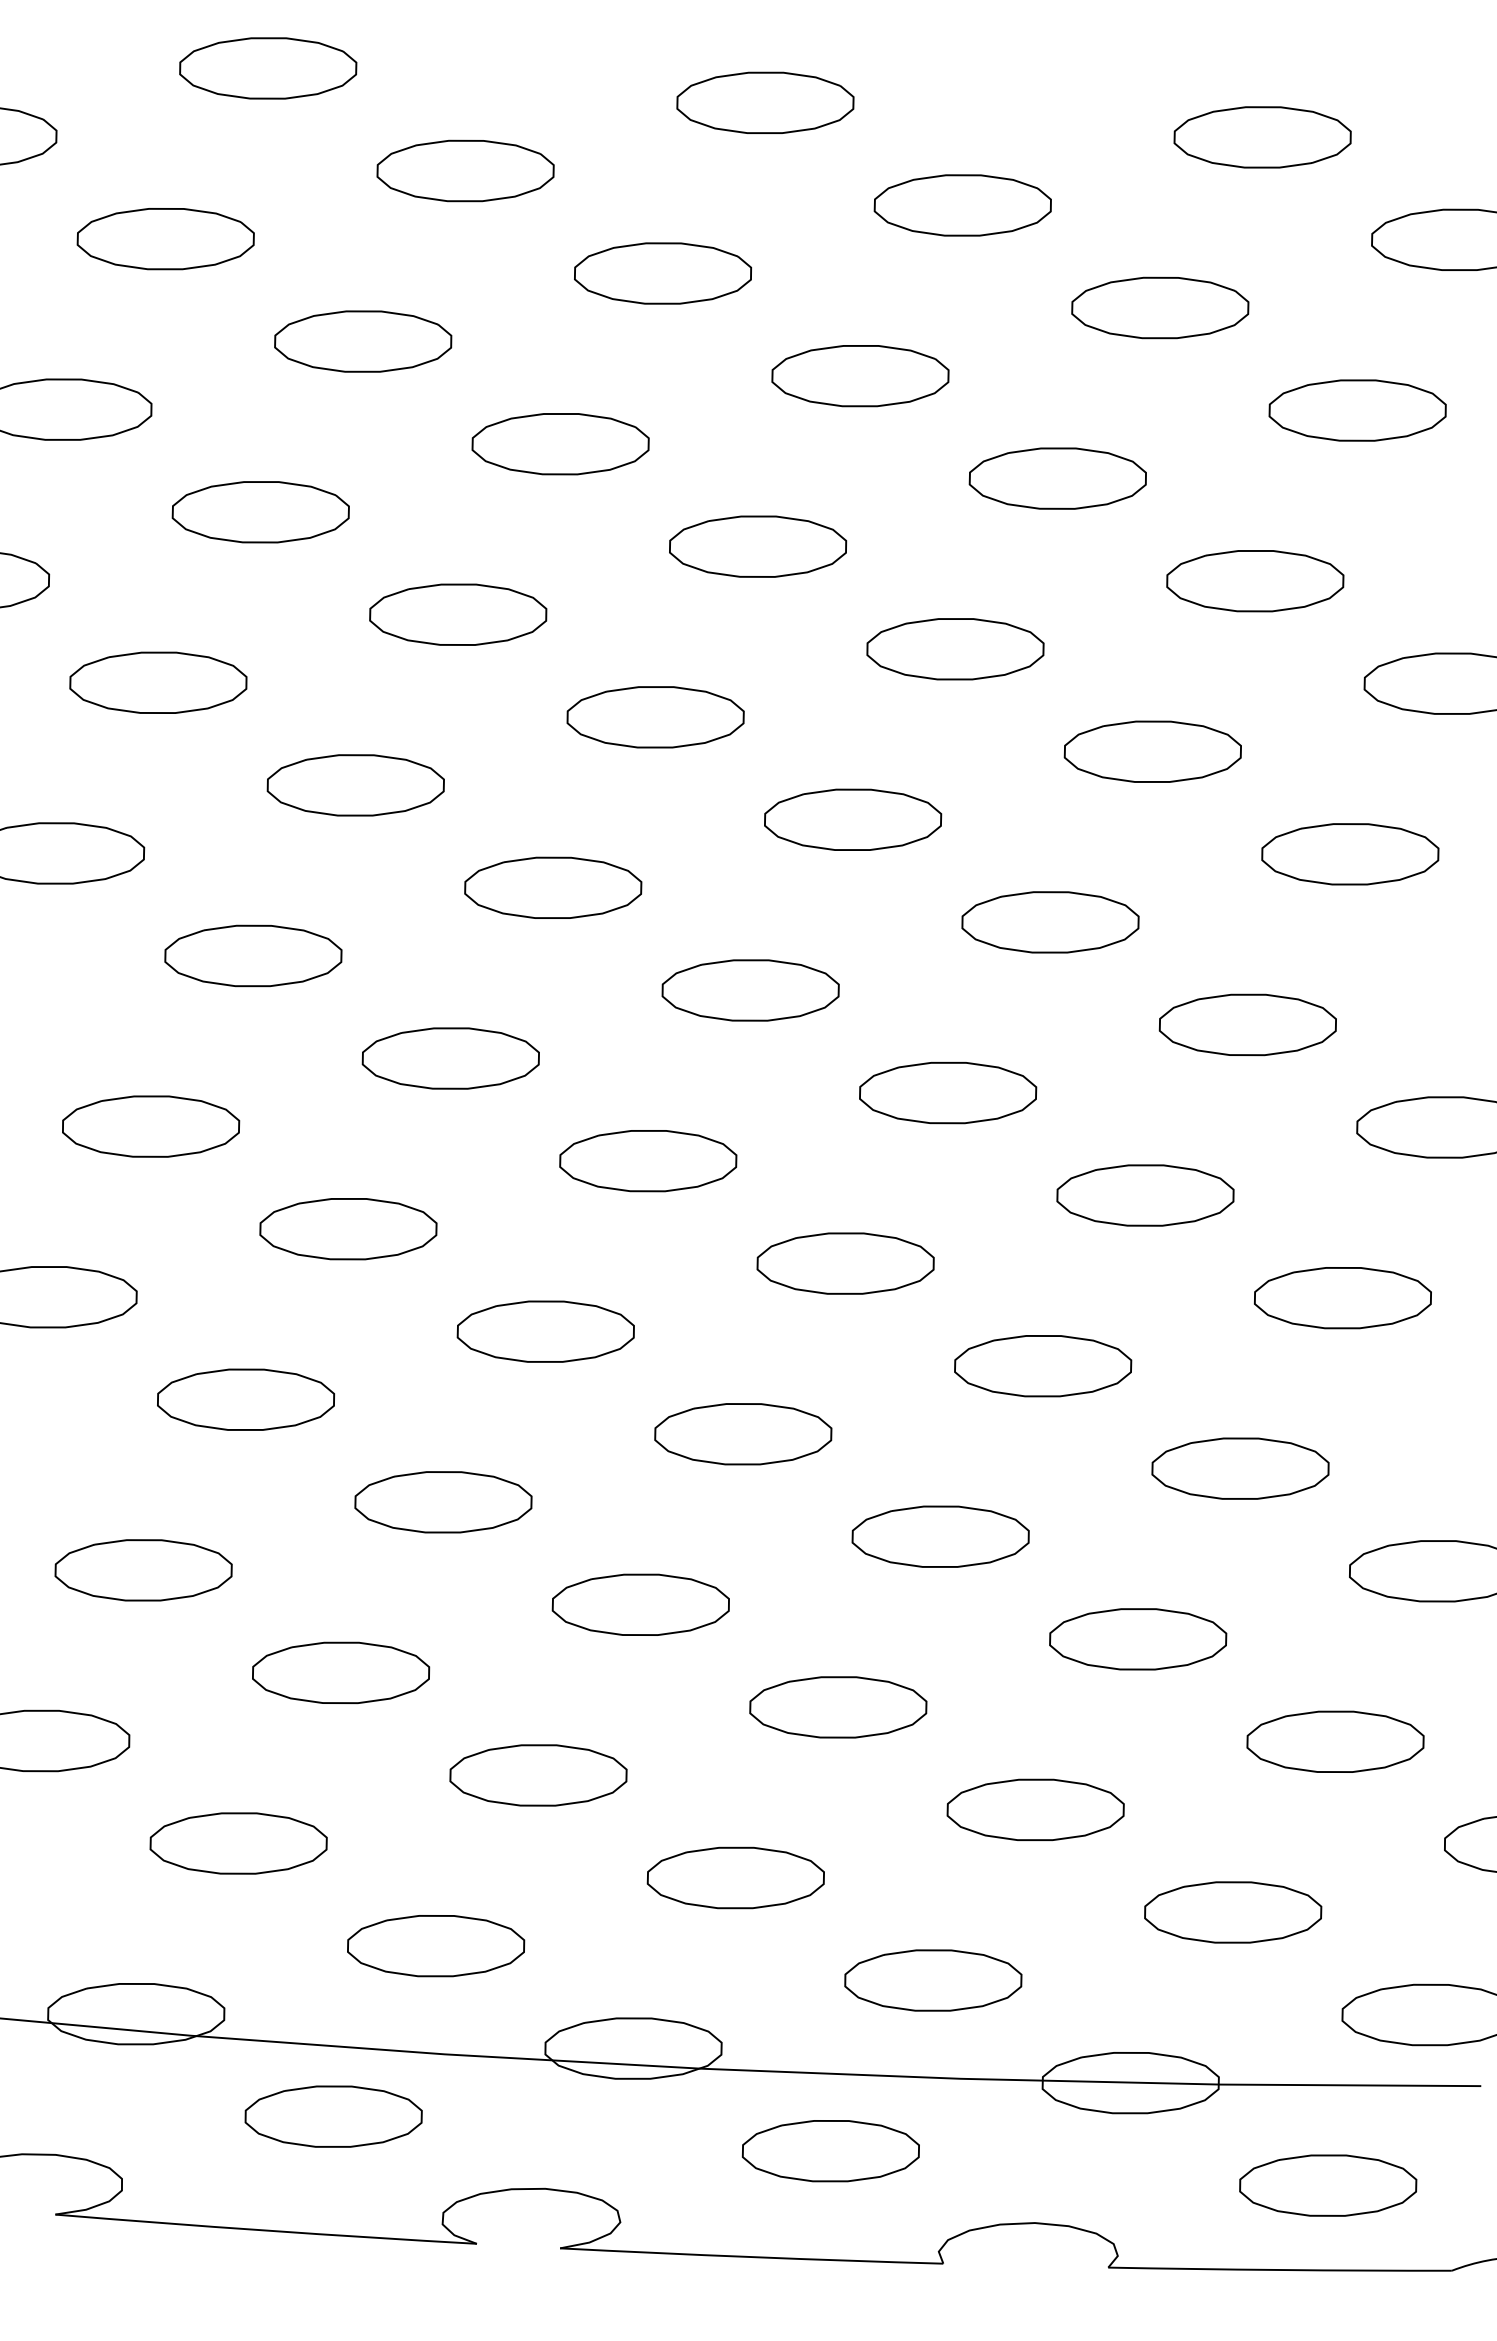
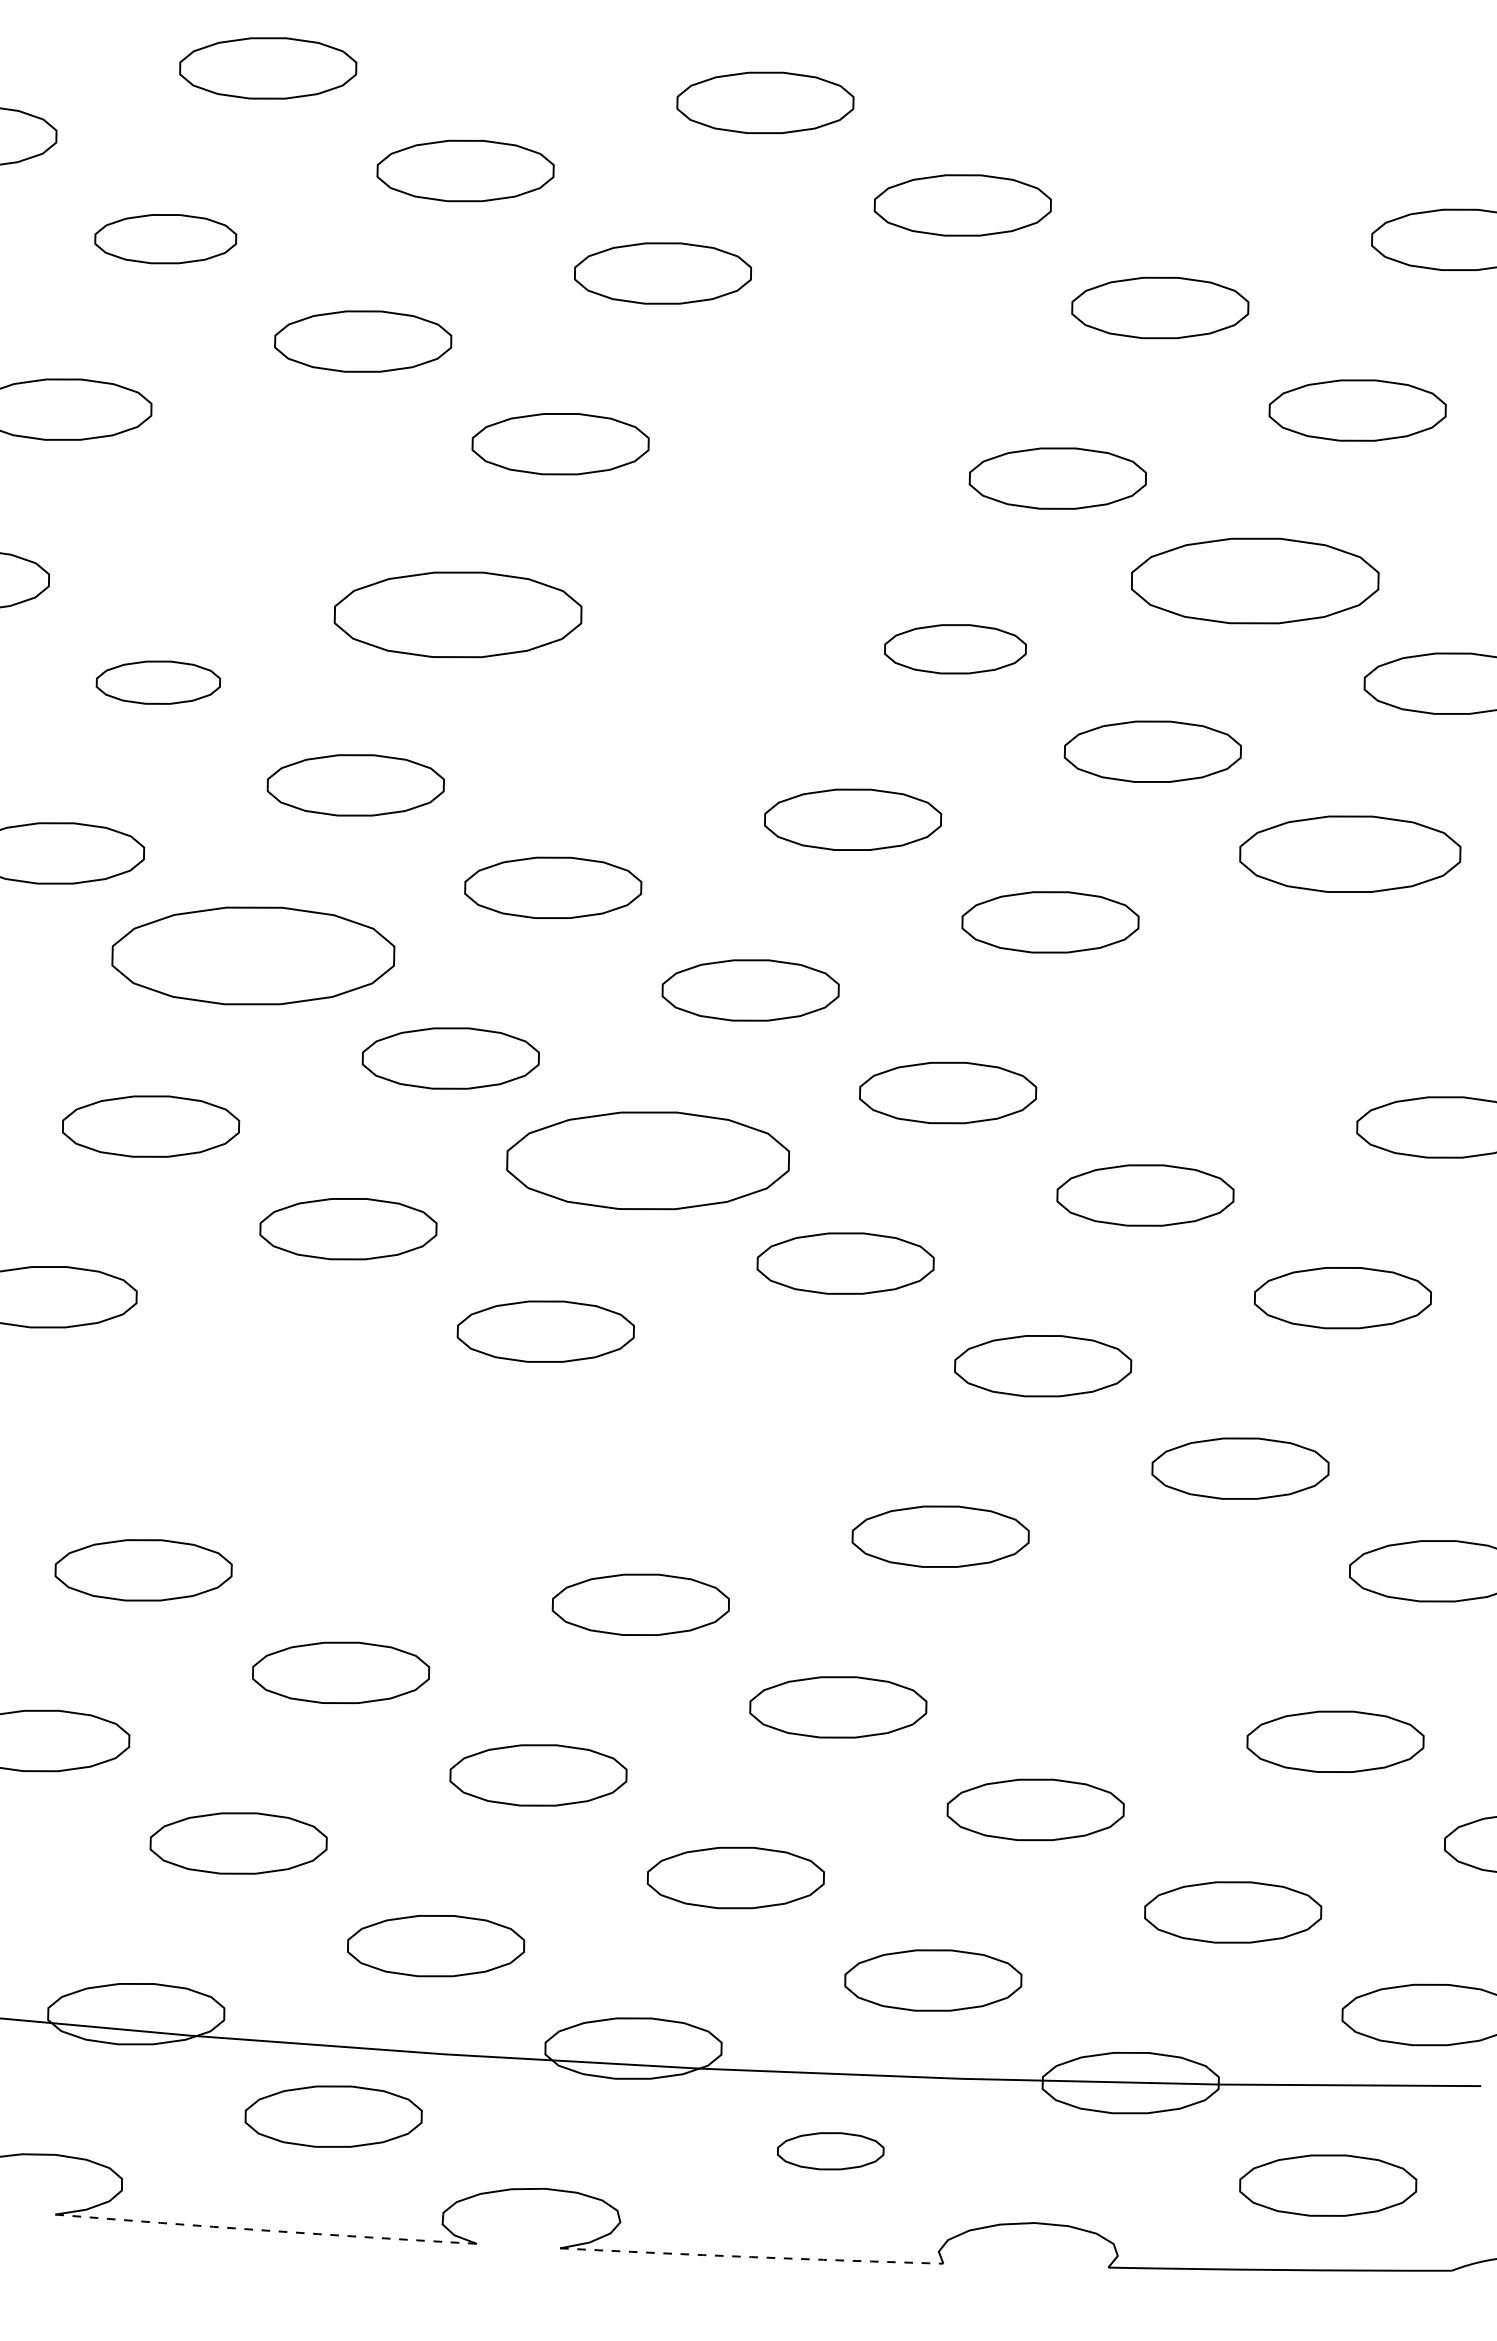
part at (1262, 137): present -> none
part at (165, 239) size: 179x63 px -> 144x51 px
part at (860, 376): present -> none
part at (260, 512): present -> none
part at (758, 546): present -> none
part at (1255, 581) size: 179x63 px -> 249x88 px
part at (458, 614) size: 179x63 px -> 250x88 px
part at (955, 649) size: 179x63 px -> 143x51 px
part at (158, 682) size: 179x63 px -> 126x45 px
part at (655, 717): present -> none
part at (1350, 854) size: 179x63 px -> 223x78 px
part at (253, 955) size: 179x64 px -> 285x100 px
part at (1247, 1024): present -> none
part at (648, 1161) size: 179x63 px -> 285x100 px
part at (246, 1399): present -> none
part at (743, 1434): present -> none
part at (443, 1502): present -> none
part at (1138, 1639): present -> none
part at (830, 2151) size: 179x63 px -> 108x39 px
arc at (266, 2230): solid -> dashed
arc at (751, 2257): solid -> dashed
